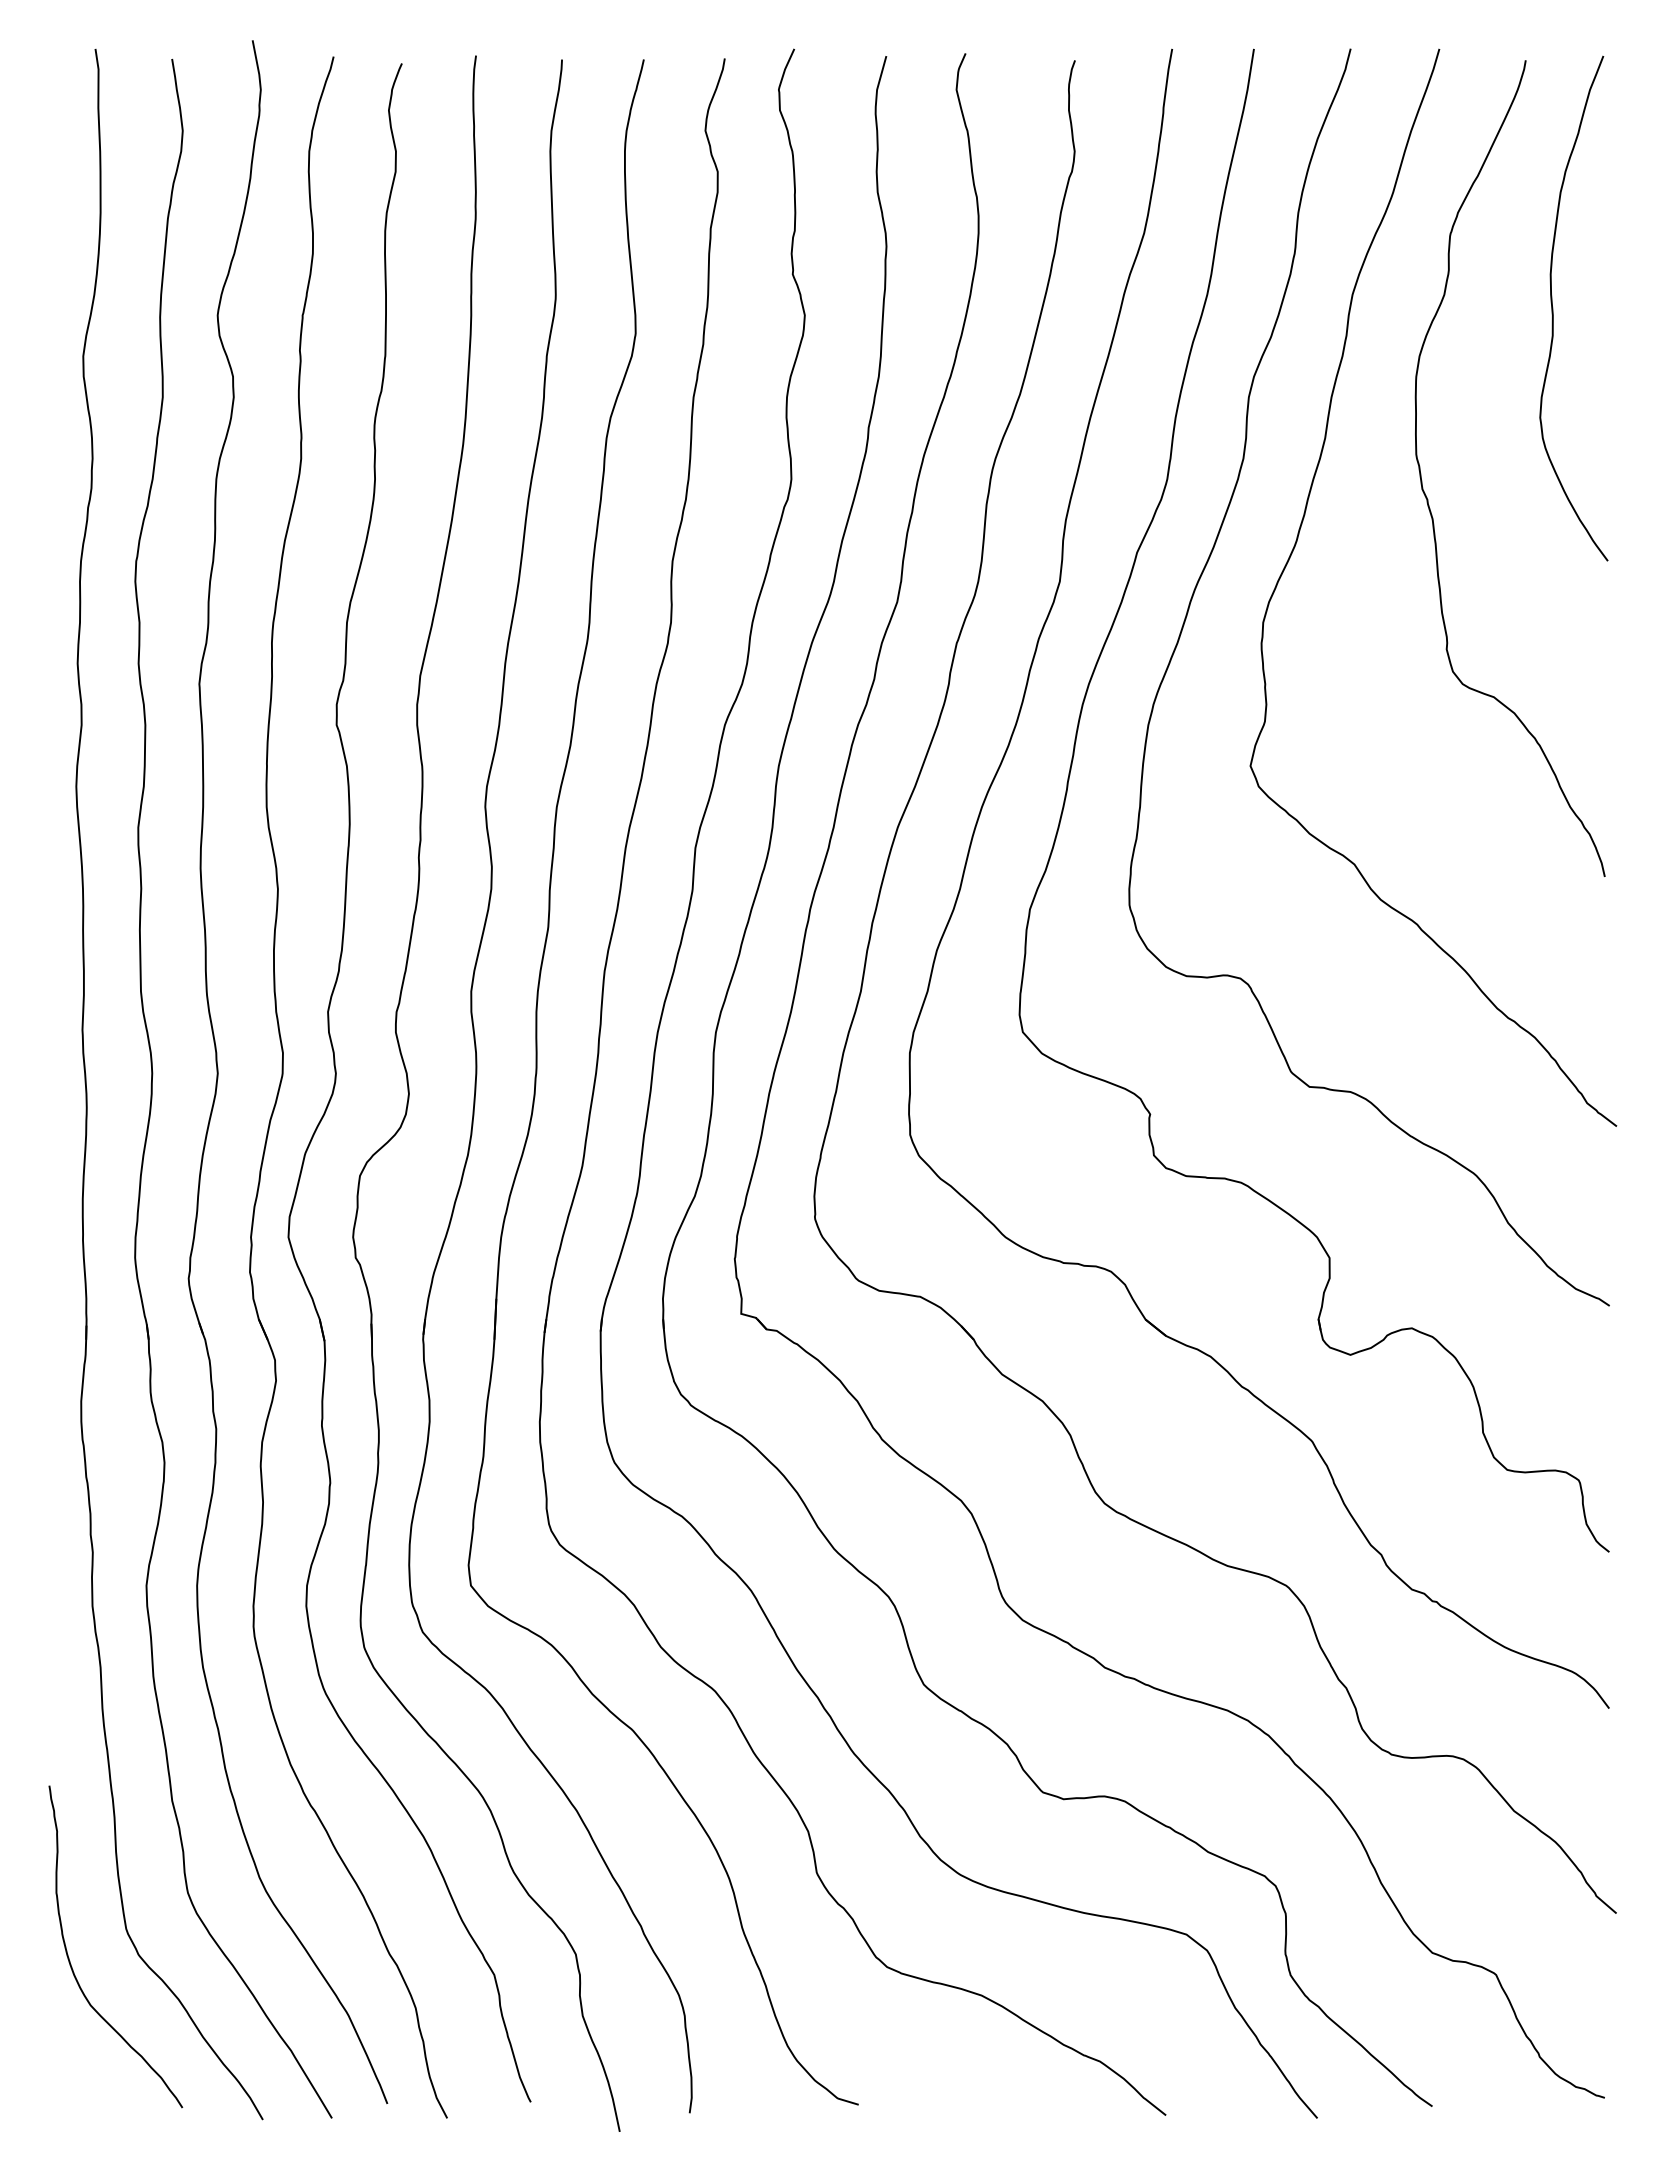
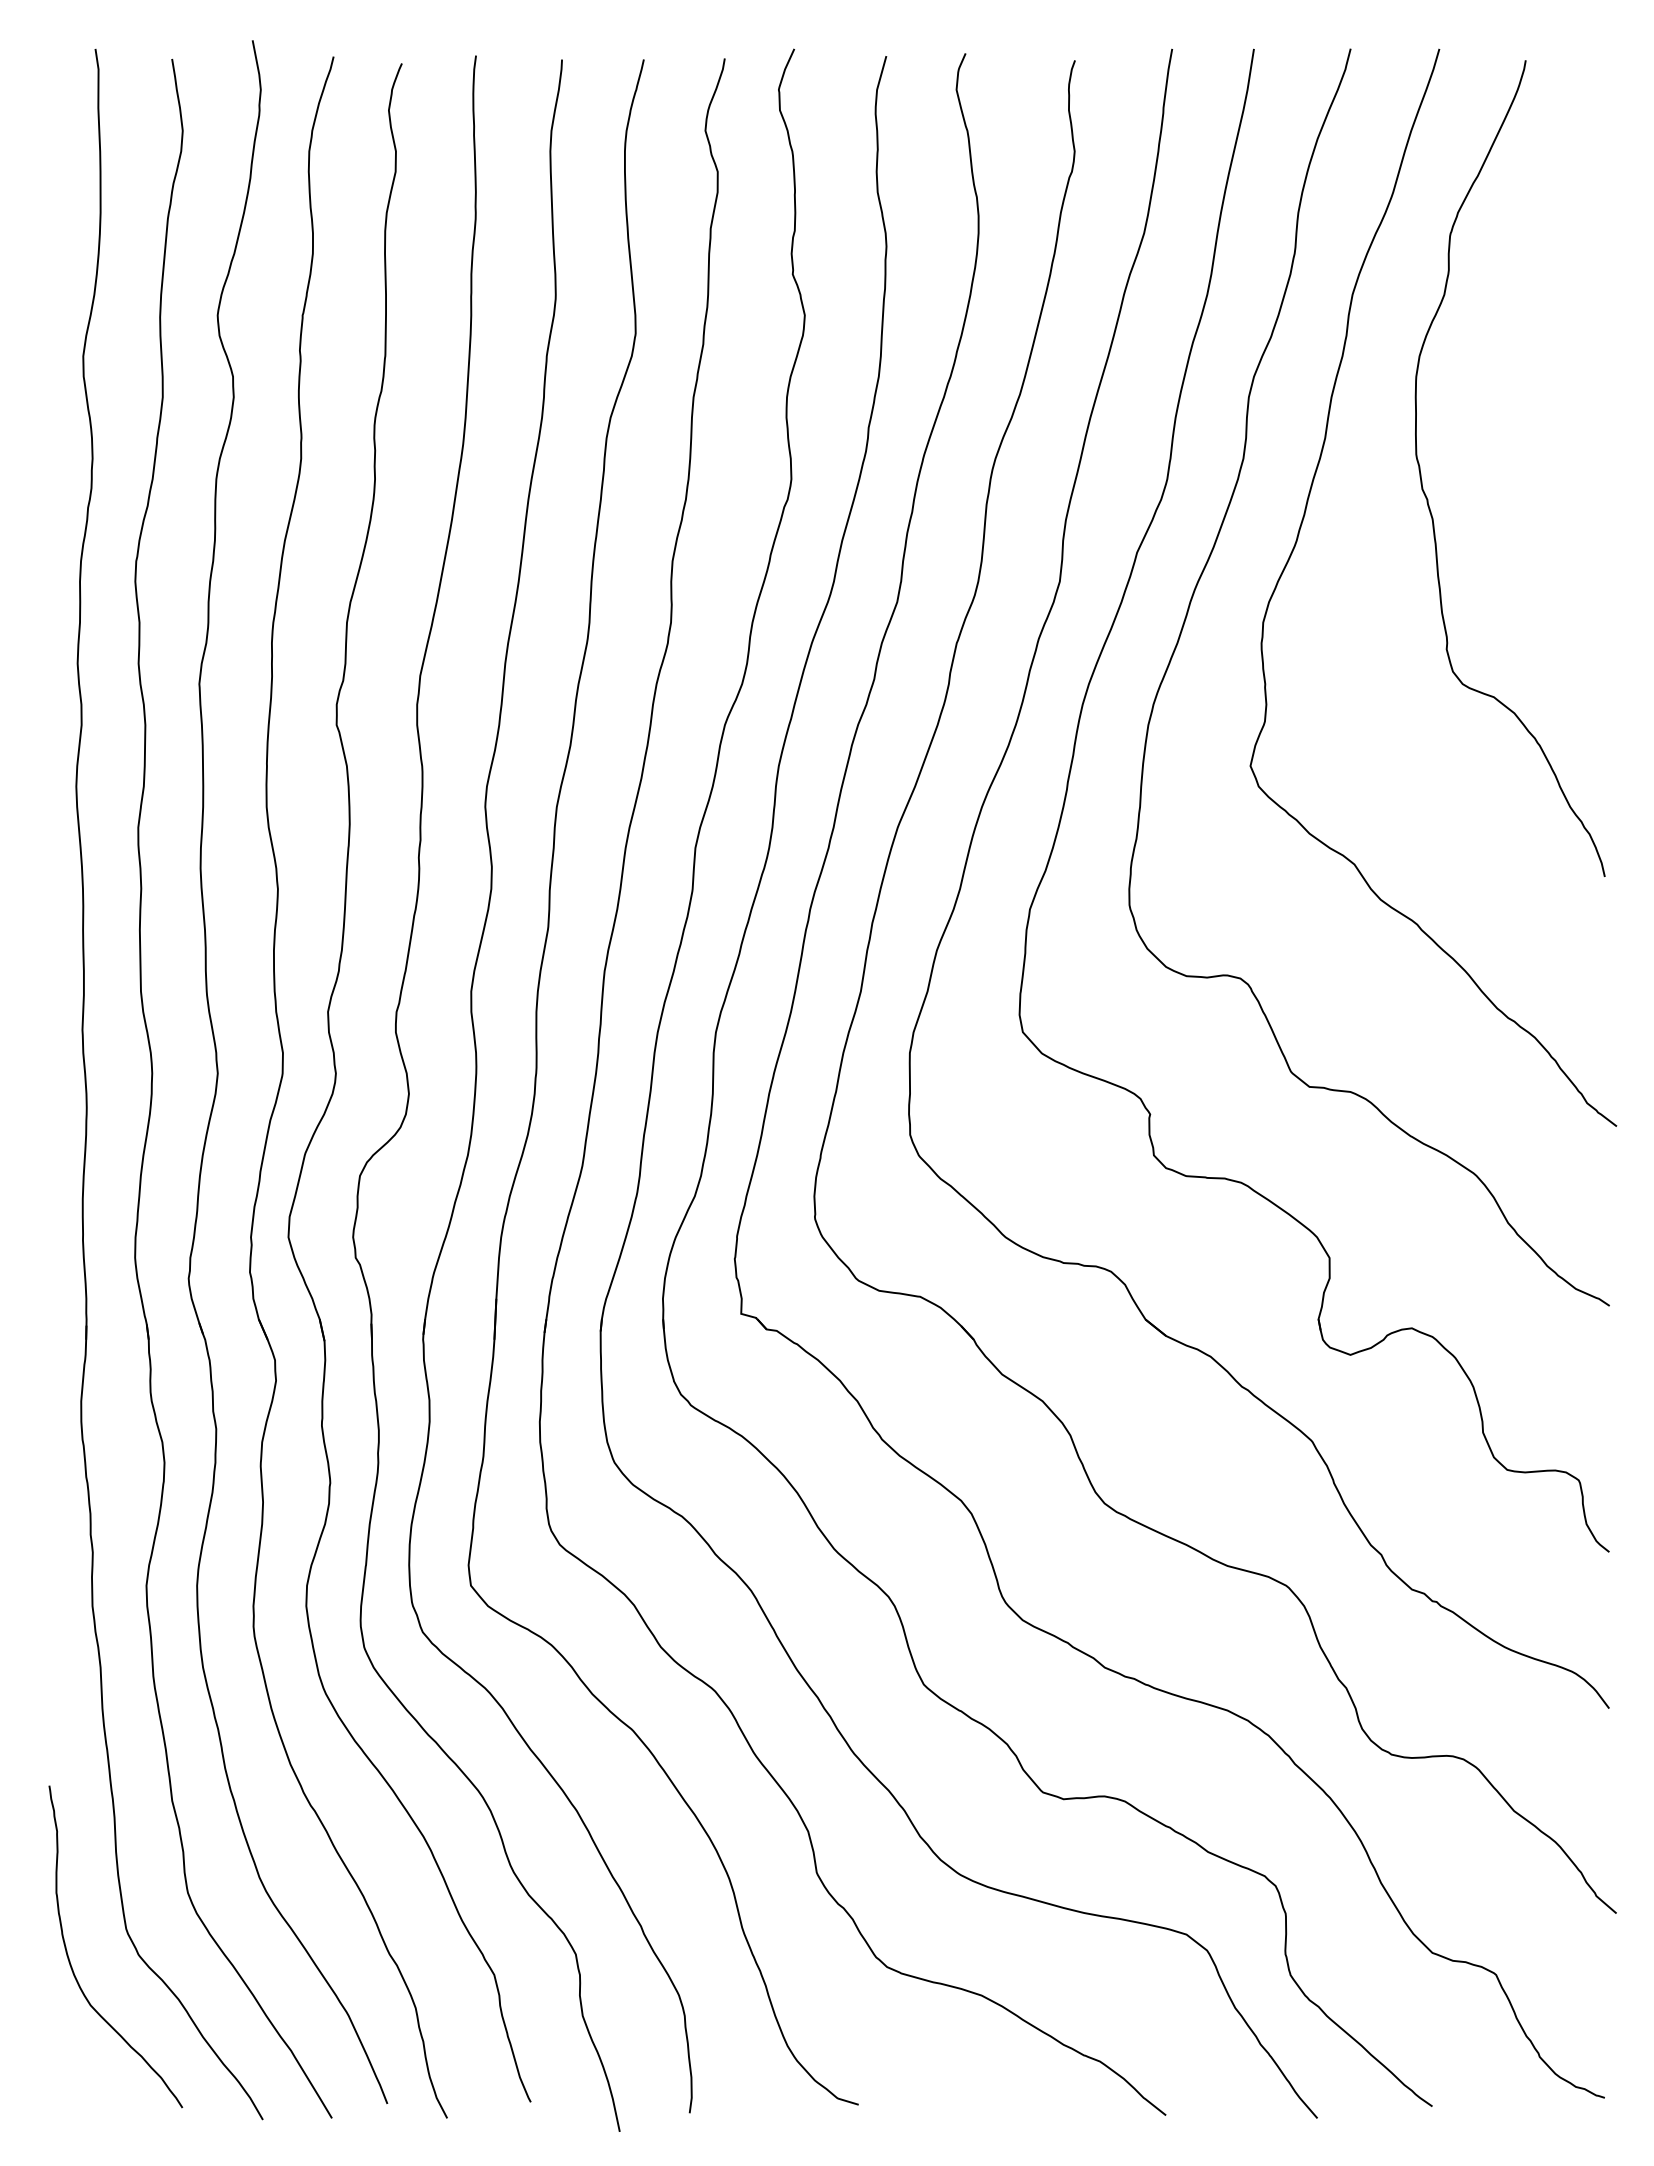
curve at (1553, 308): present -> none
